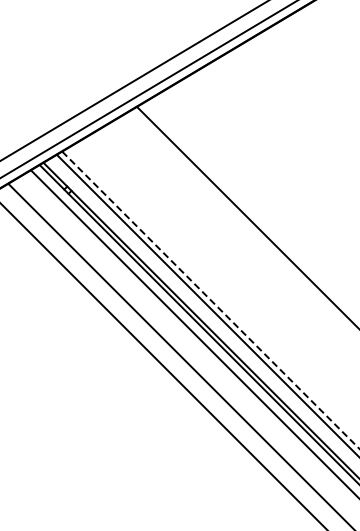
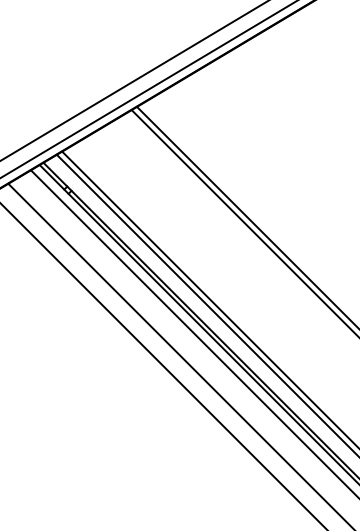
line at (243, 222): none -> present
line at (211, 300): dashed -> solid
